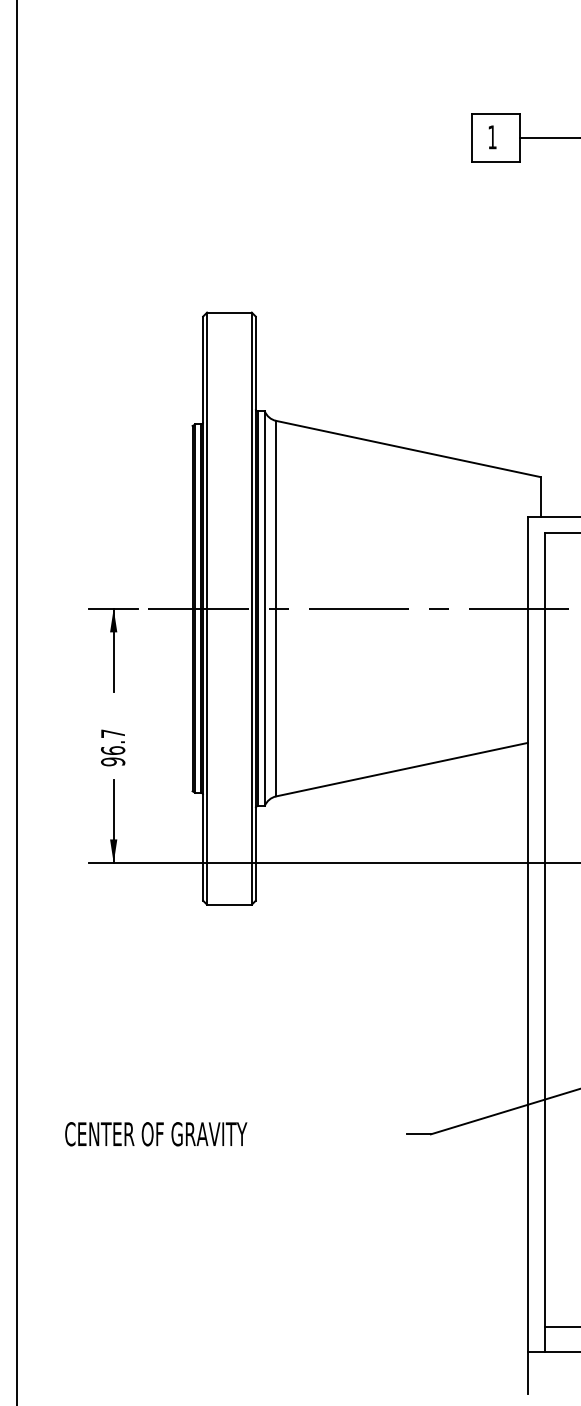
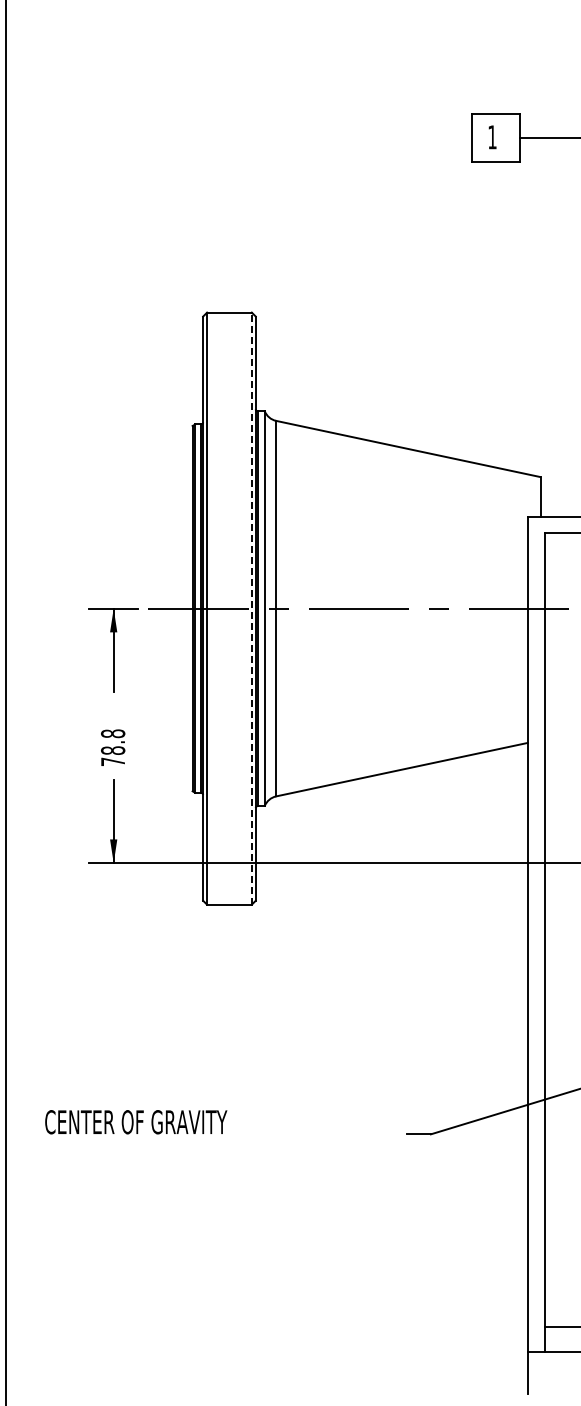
line at (251, 608): solid -> dashed
line at (17, 702) position: (17, 702) -> (6, 702)
text at (113, 747): 96.7 -> 78.8
text at (156, 1134) position: (156, 1134) -> (136, 1122)
